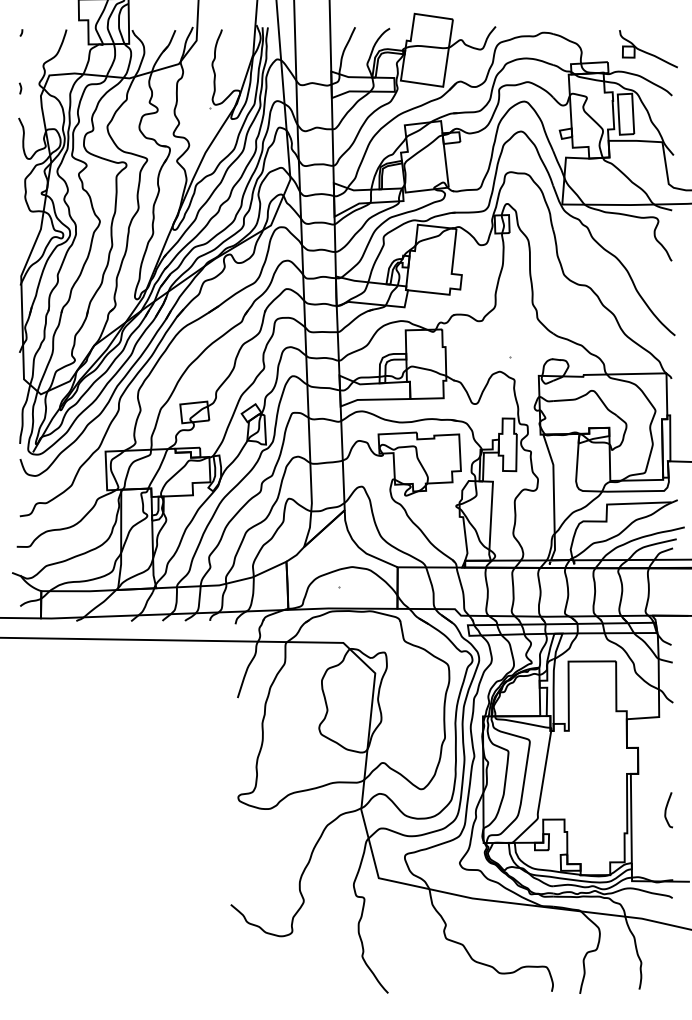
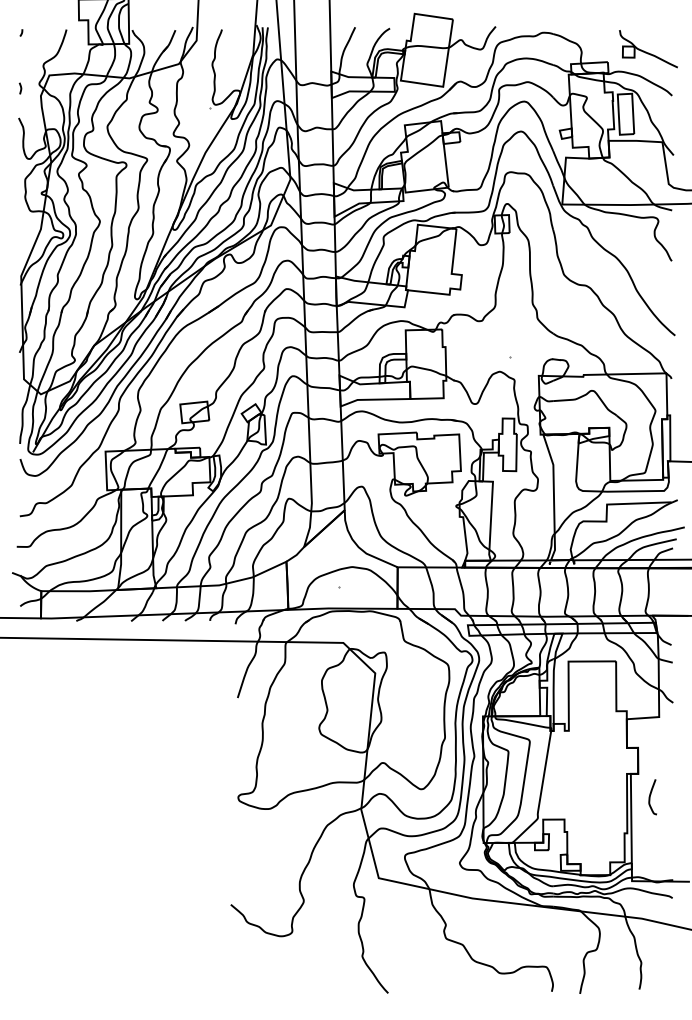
curve at (666, 810) position: (666, 810) -> (650, 797)
